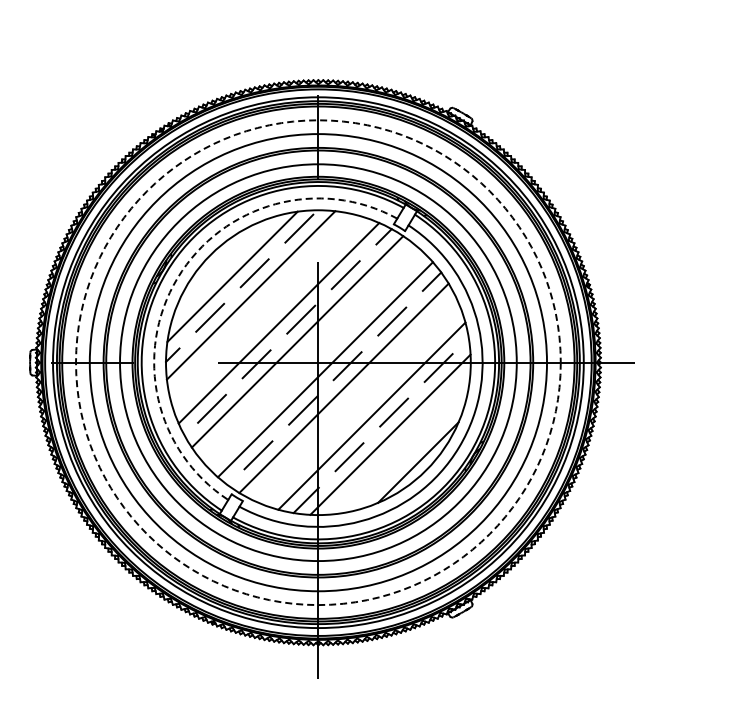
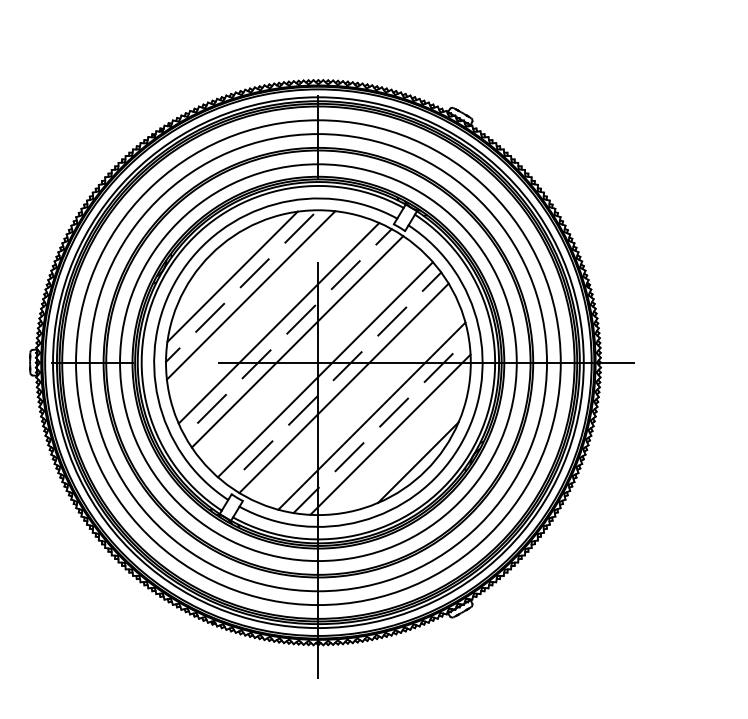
arc at (177, 278): dashed -> solid
circle at (318, 362): dashed -> solid
